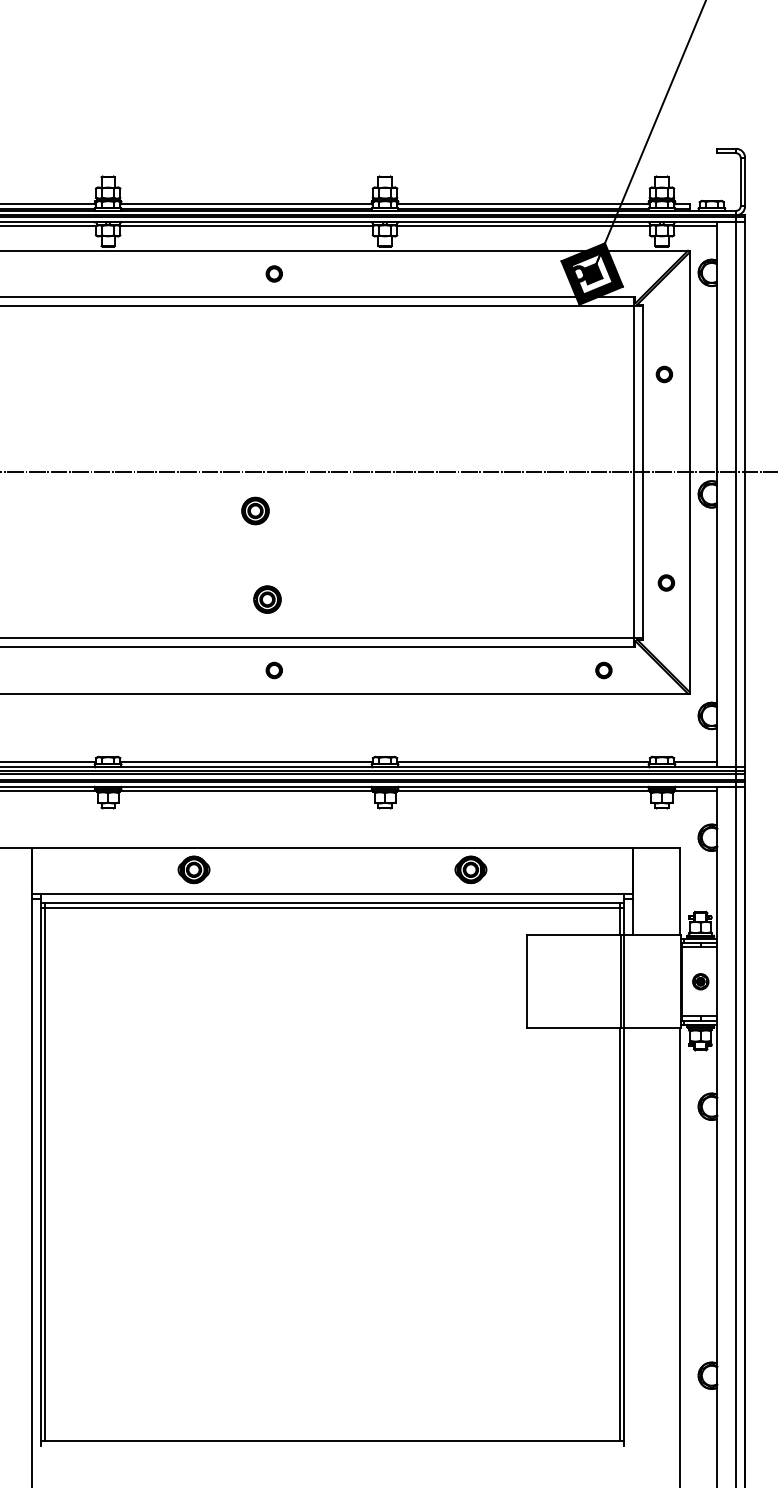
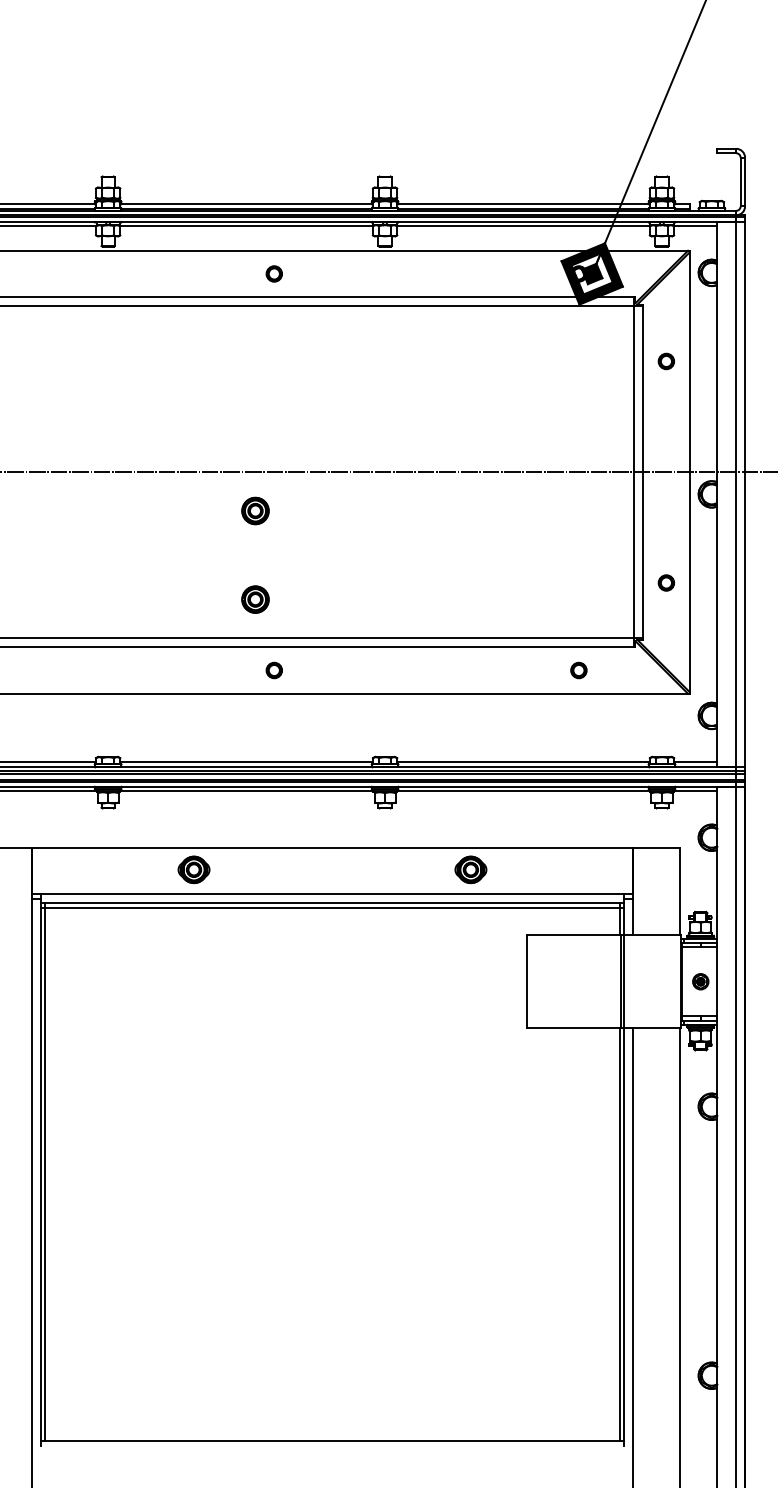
part at (664, 374) position: (664, 374) -> (666, 361)
part at (267, 599) position: (267, 599) -> (255, 599)
part at (603, 670) position: (603, 670) -> (578, 670)
line at (633, 1256): none -> present
